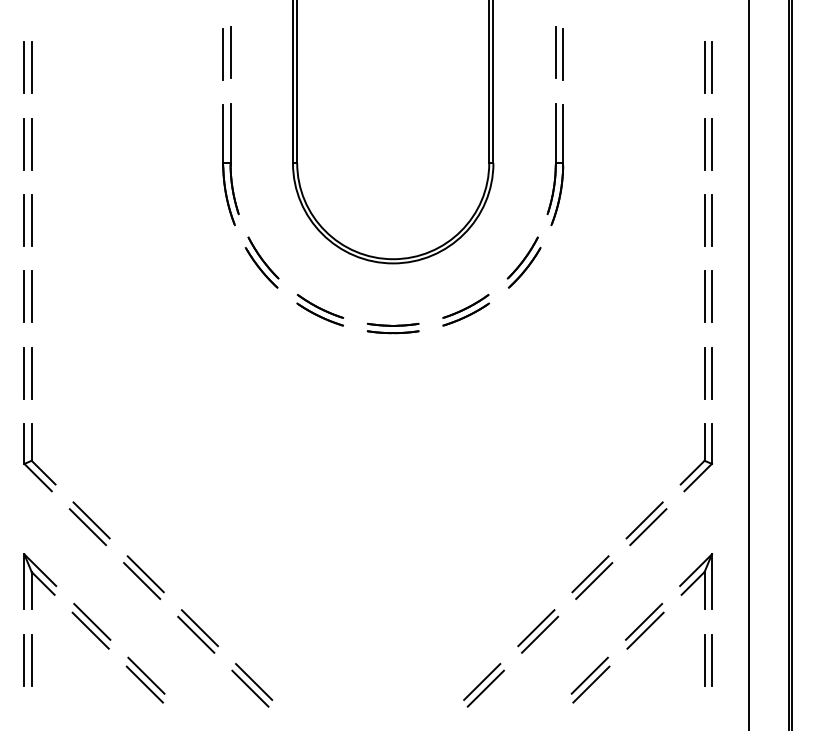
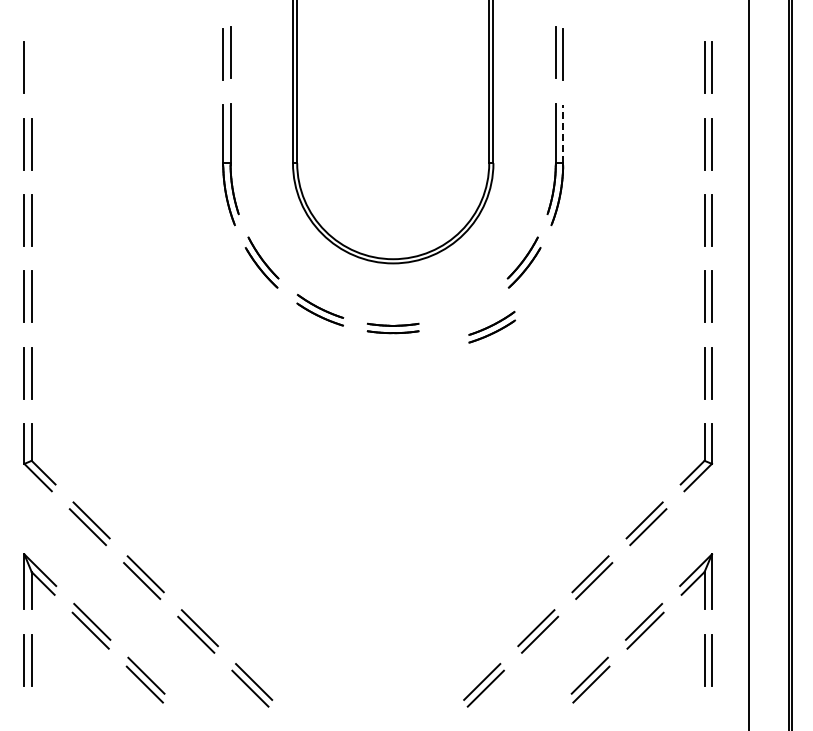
line at (31, 67): present -> none
line at (563, 134): solid -> dashed
part at (466, 309) position: (466, 309) -> (492, 326)
